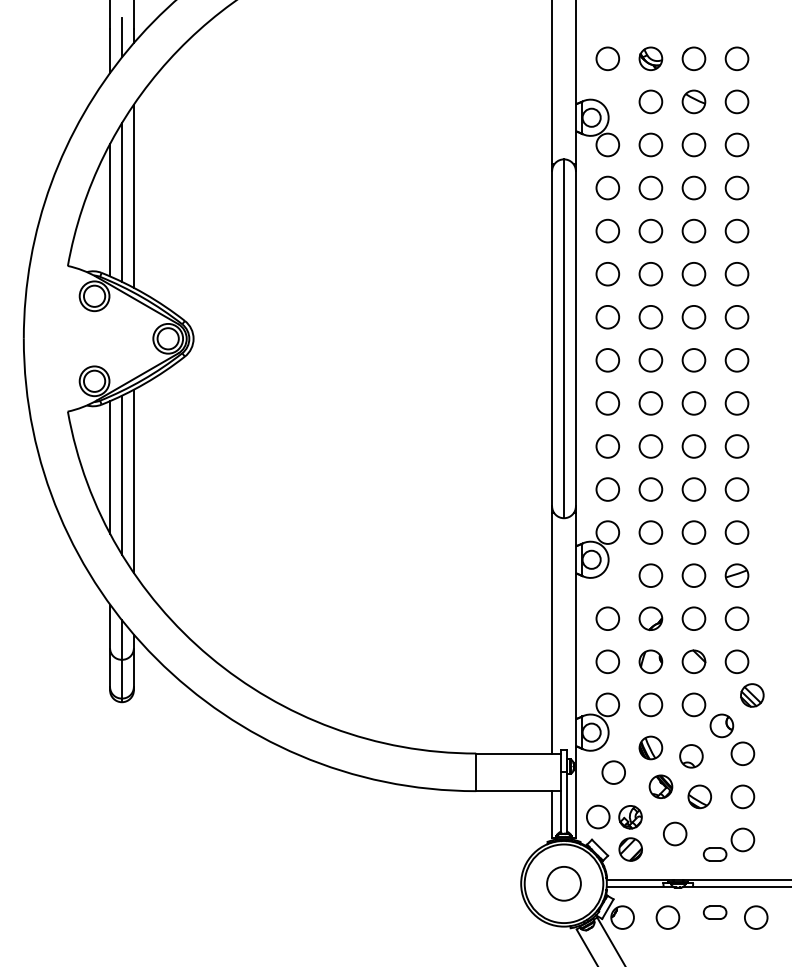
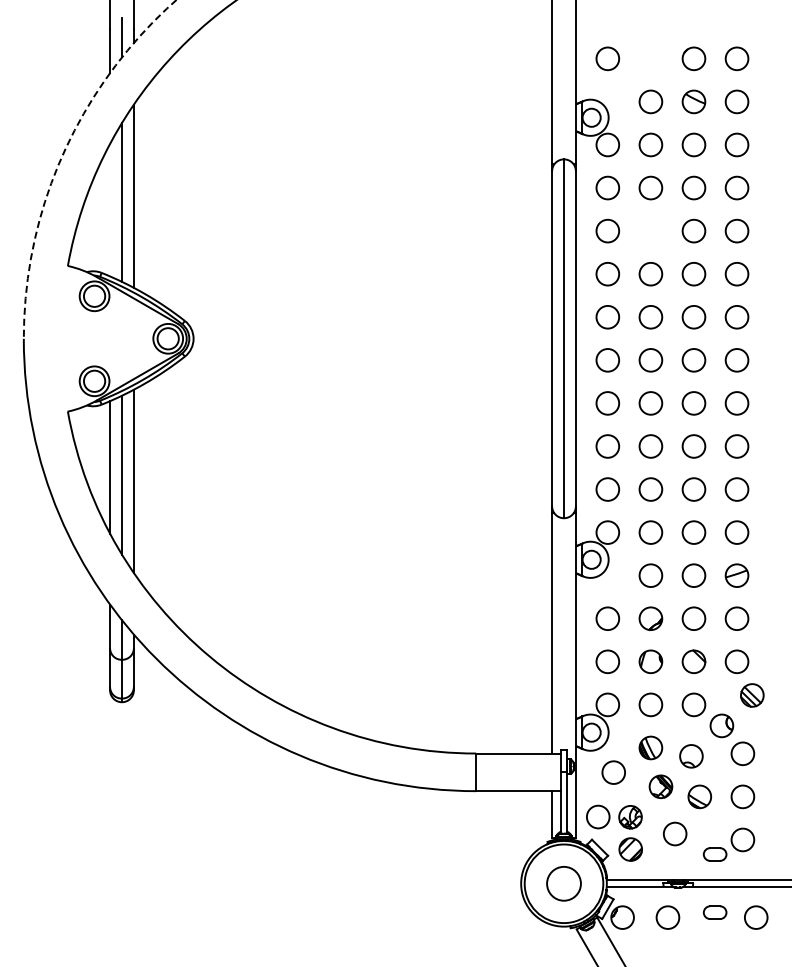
part at (650, 58): present -> none
arc at (64, 151): solid -> dashed
line at (110, 209): present -> none
circle at (650, 230): present -> none
